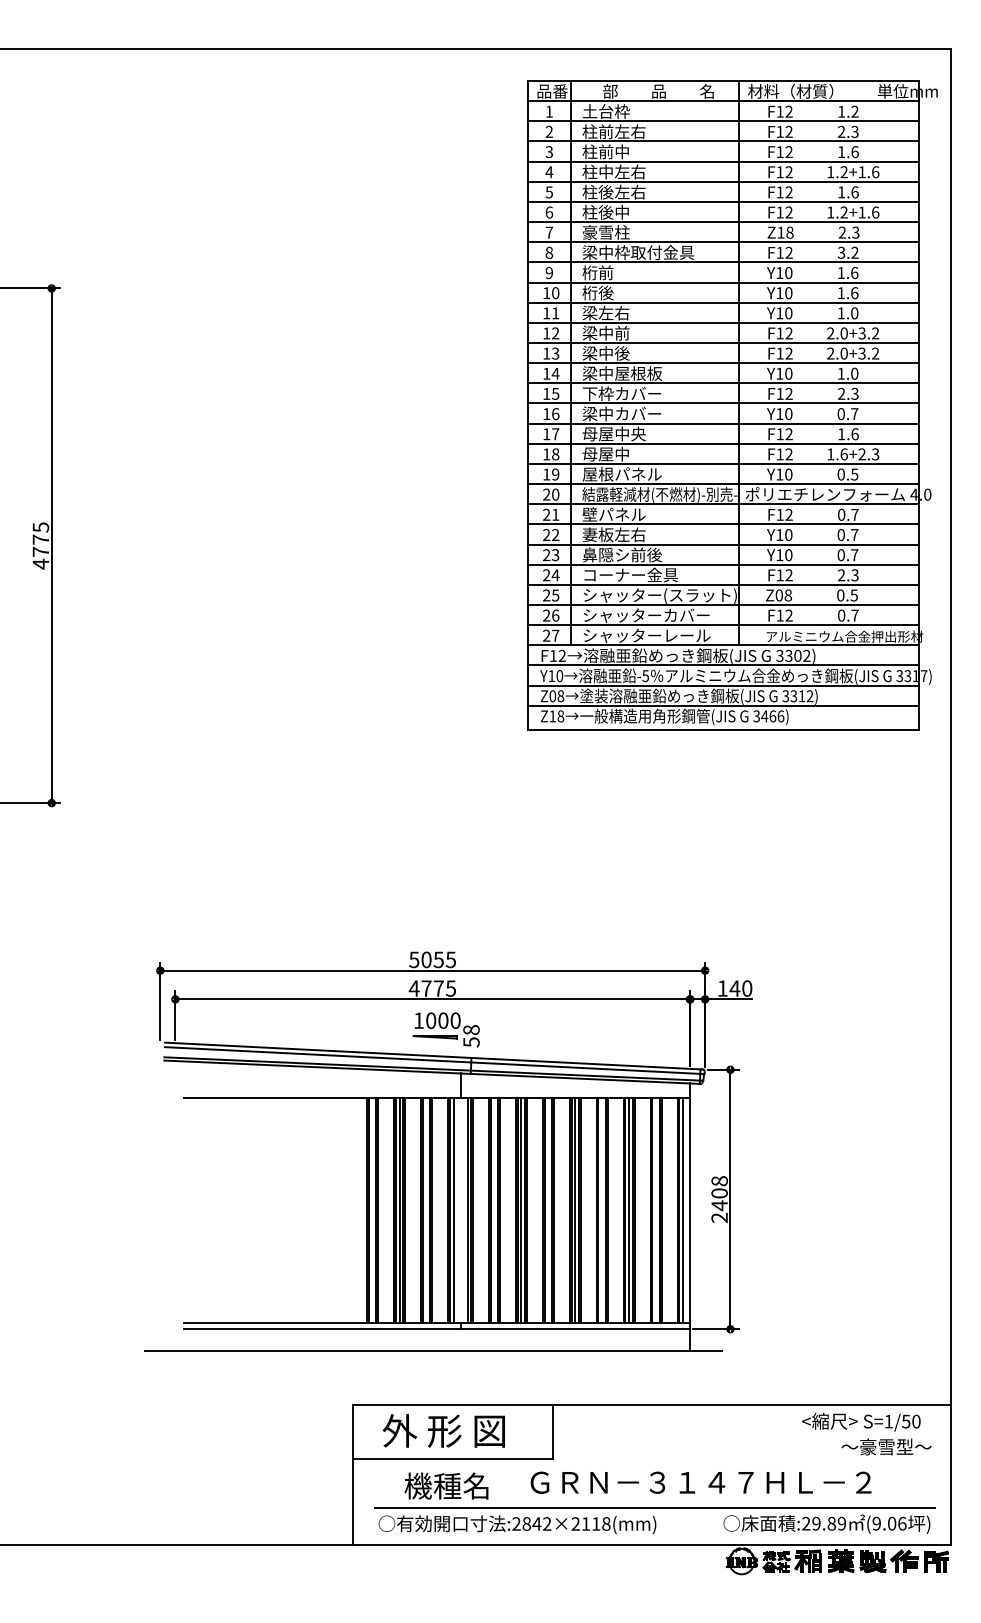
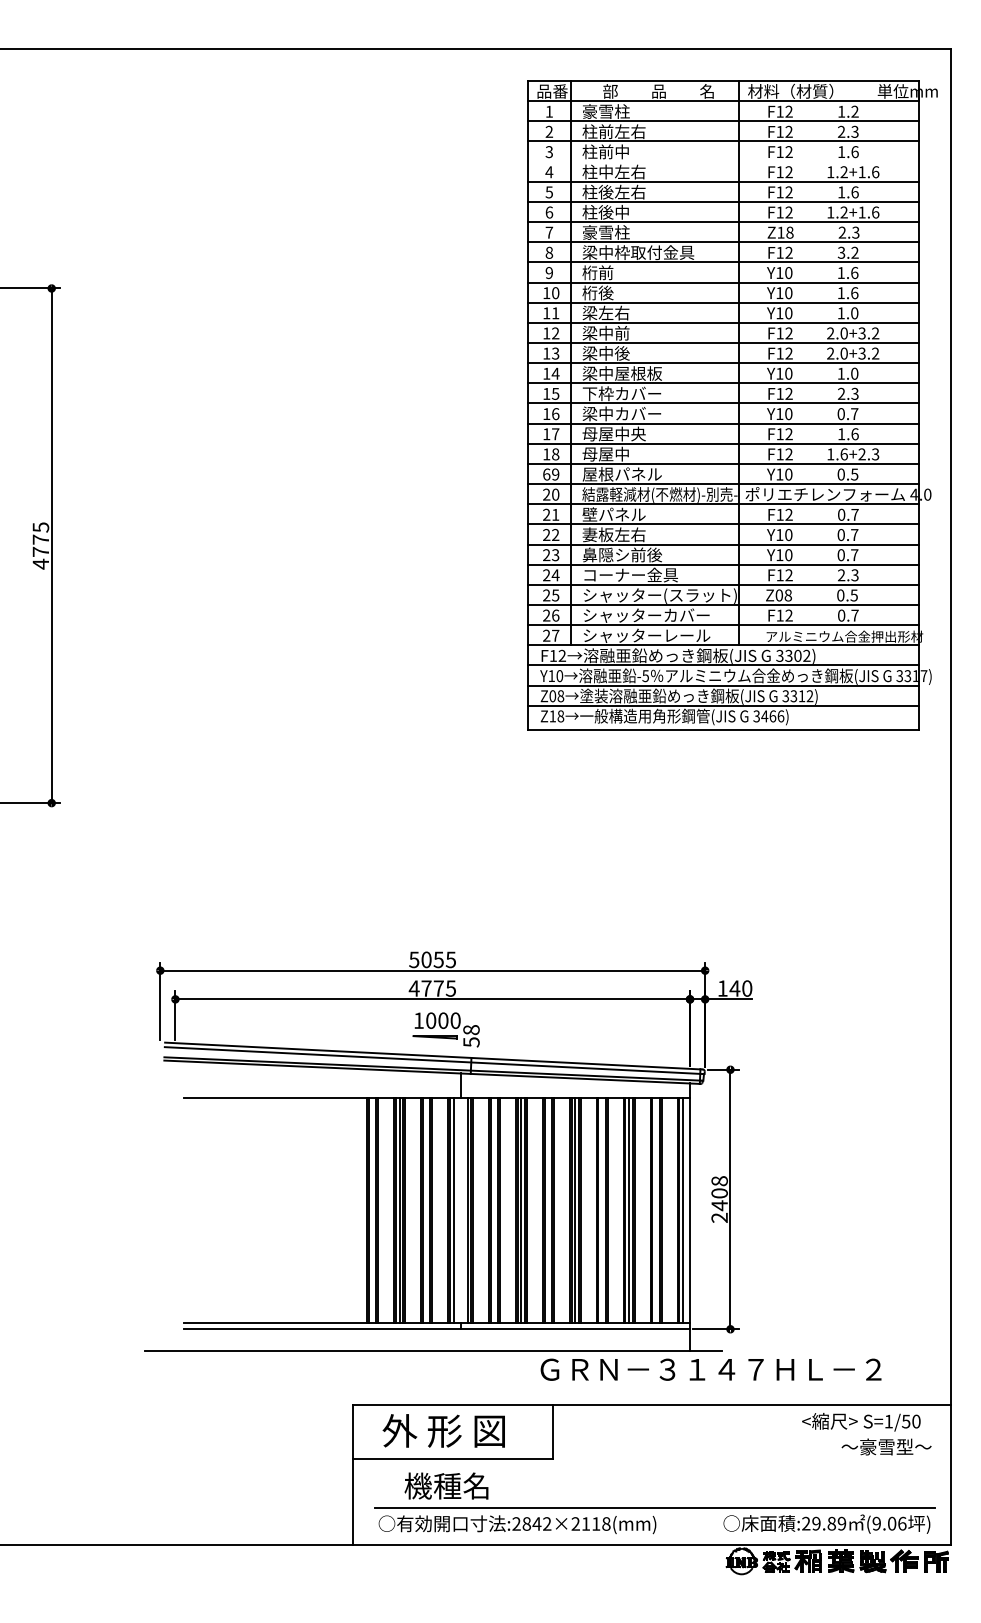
text at (605, 111): 土台枠 -> 豪雪柱
line at (723, 161): present -> none
text at (546, 474): 19 -> 69
text at (700, 1482) position: (700, 1482) -> (710, 1369)
